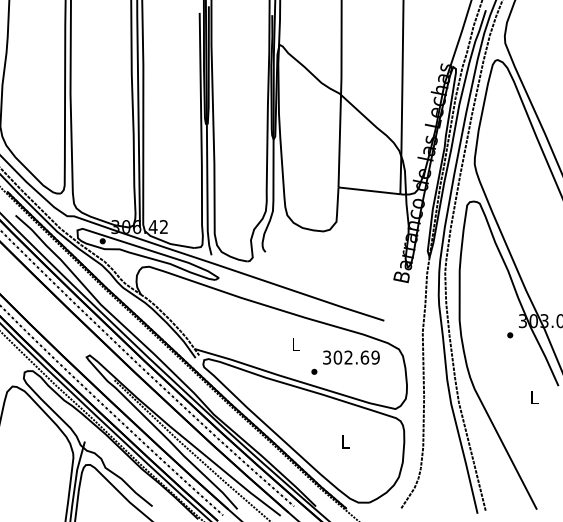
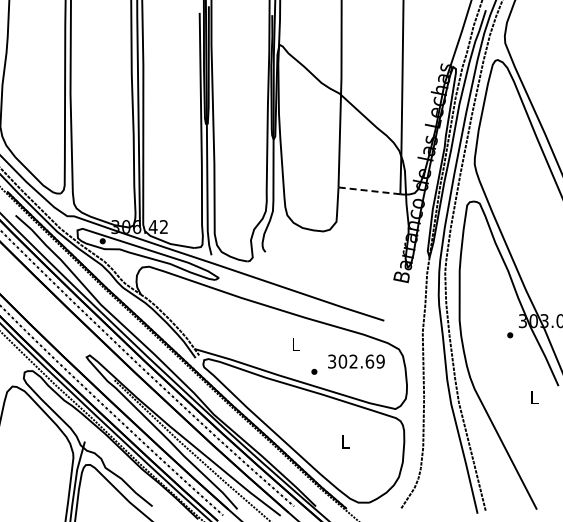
line at (368, 190): solid -> dashed
text at (351, 357) position: (351, 357) -> (356, 361)
